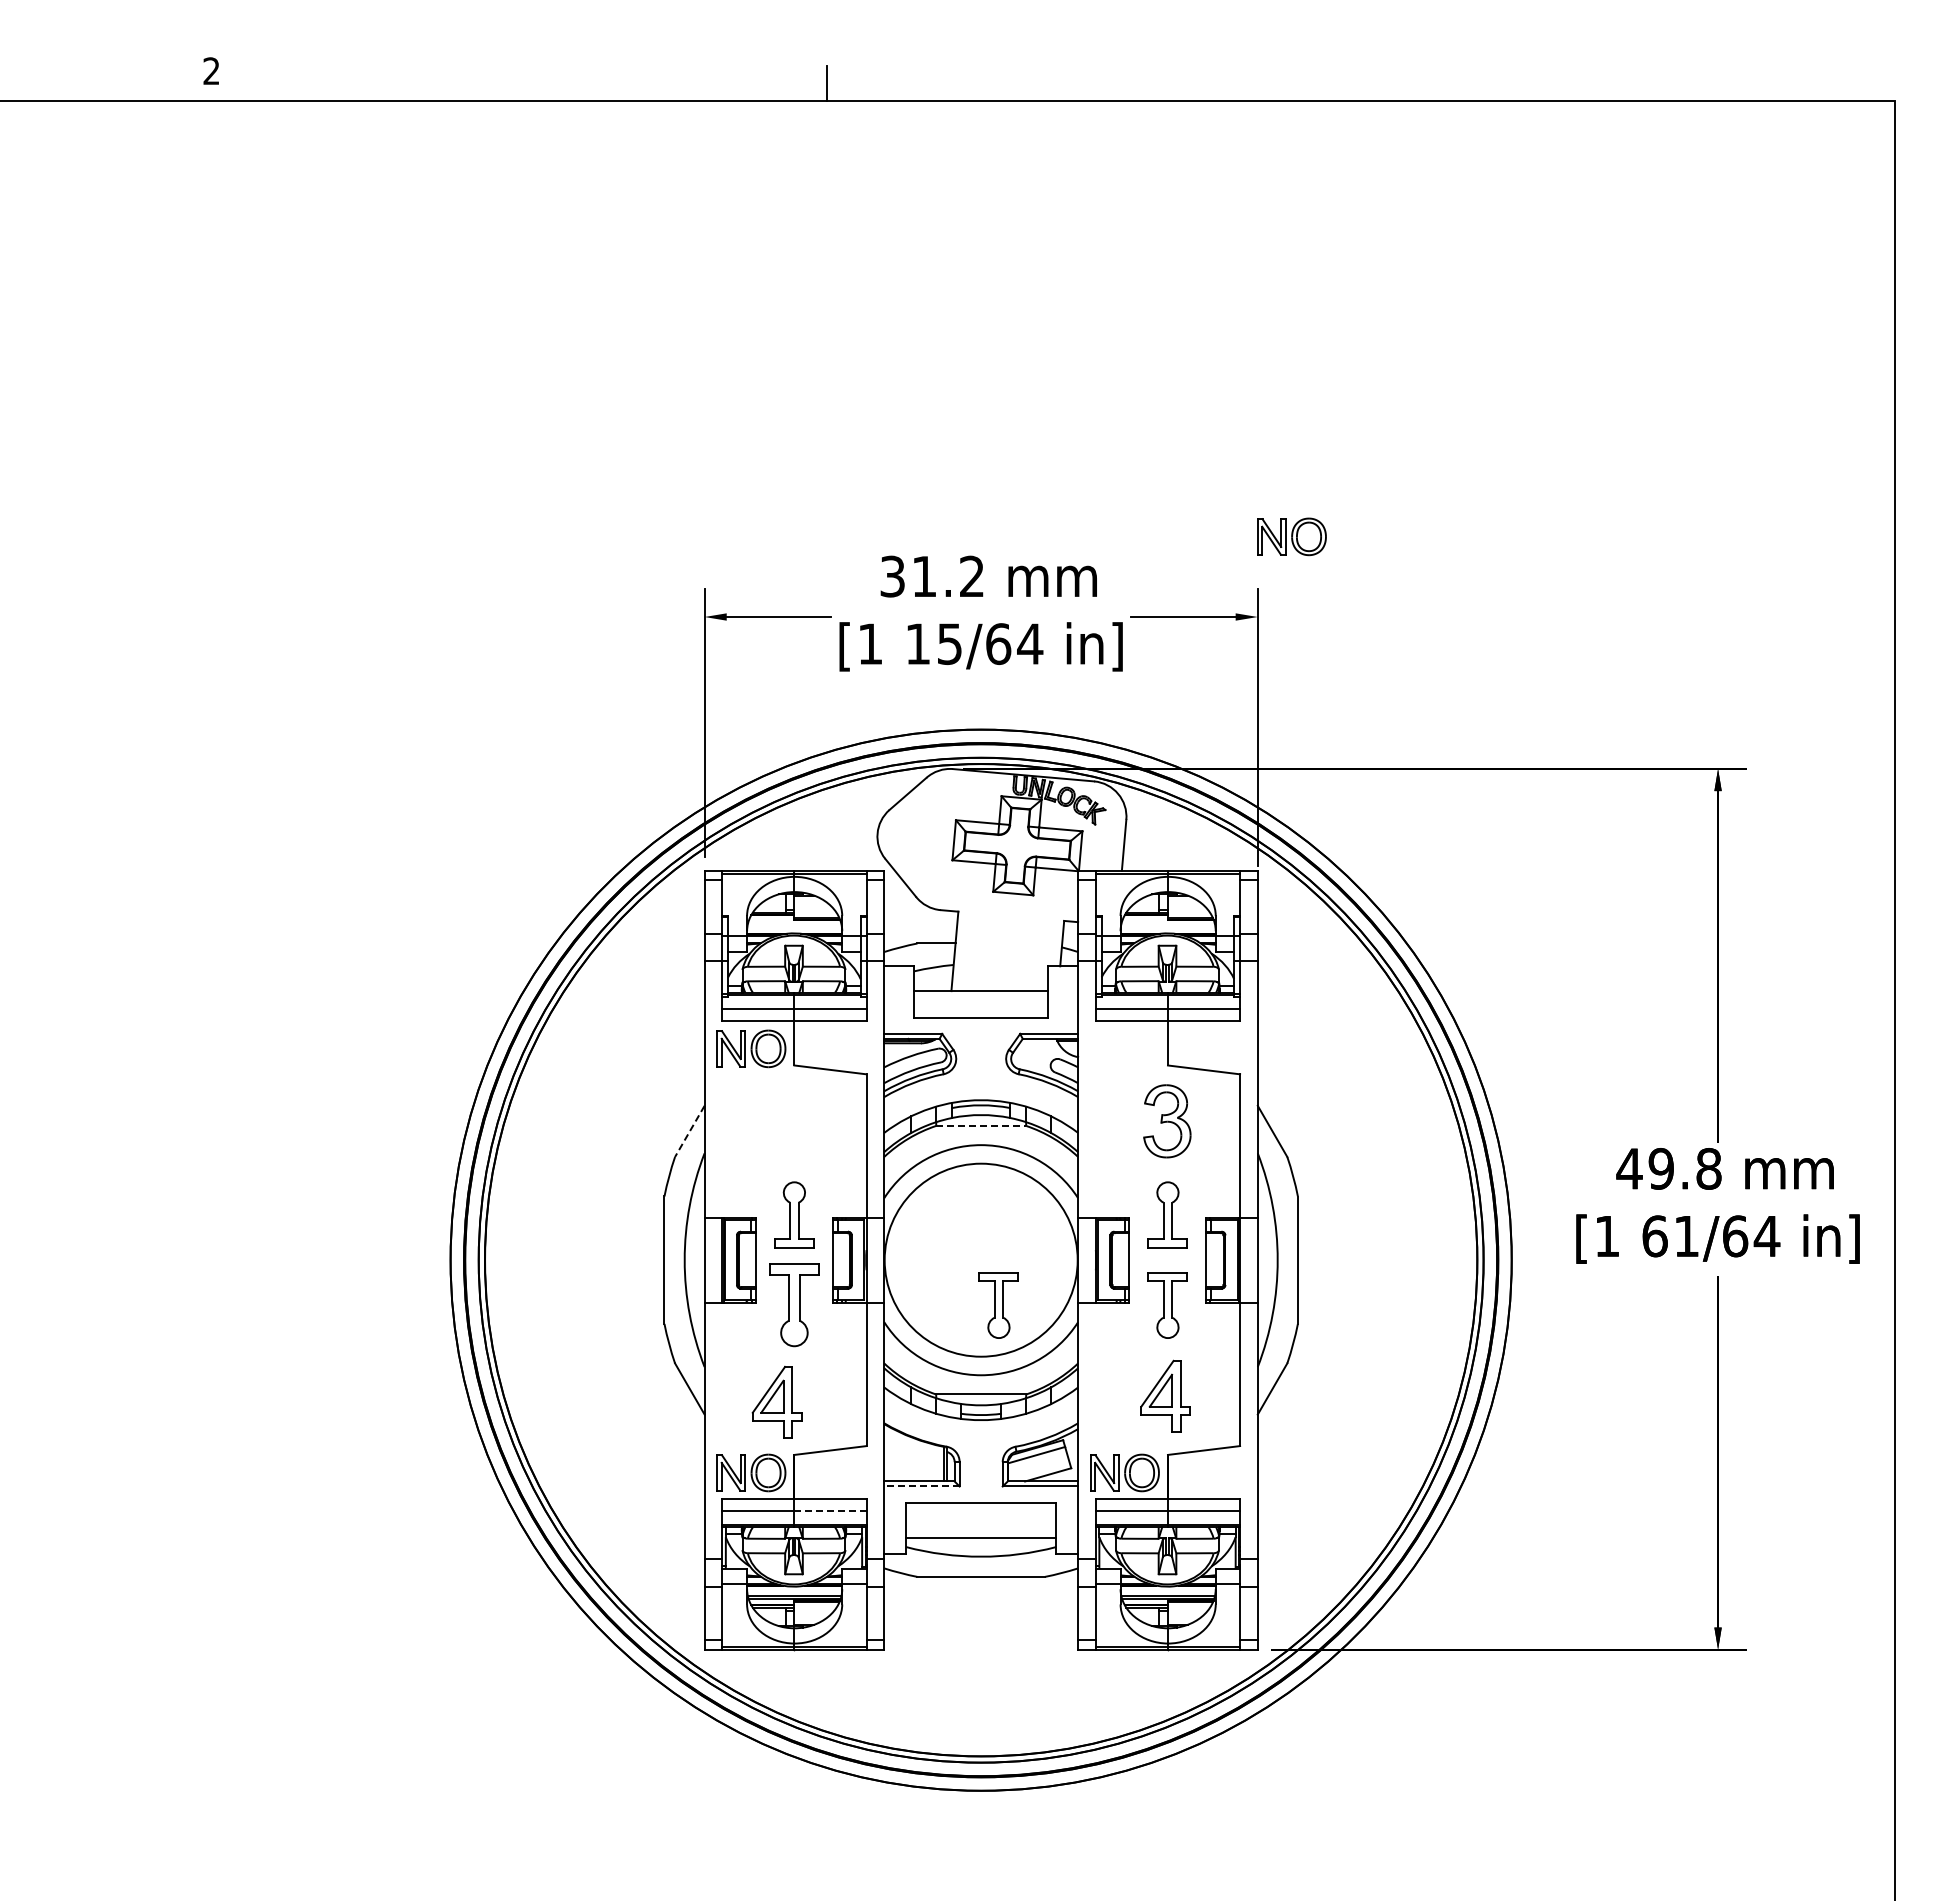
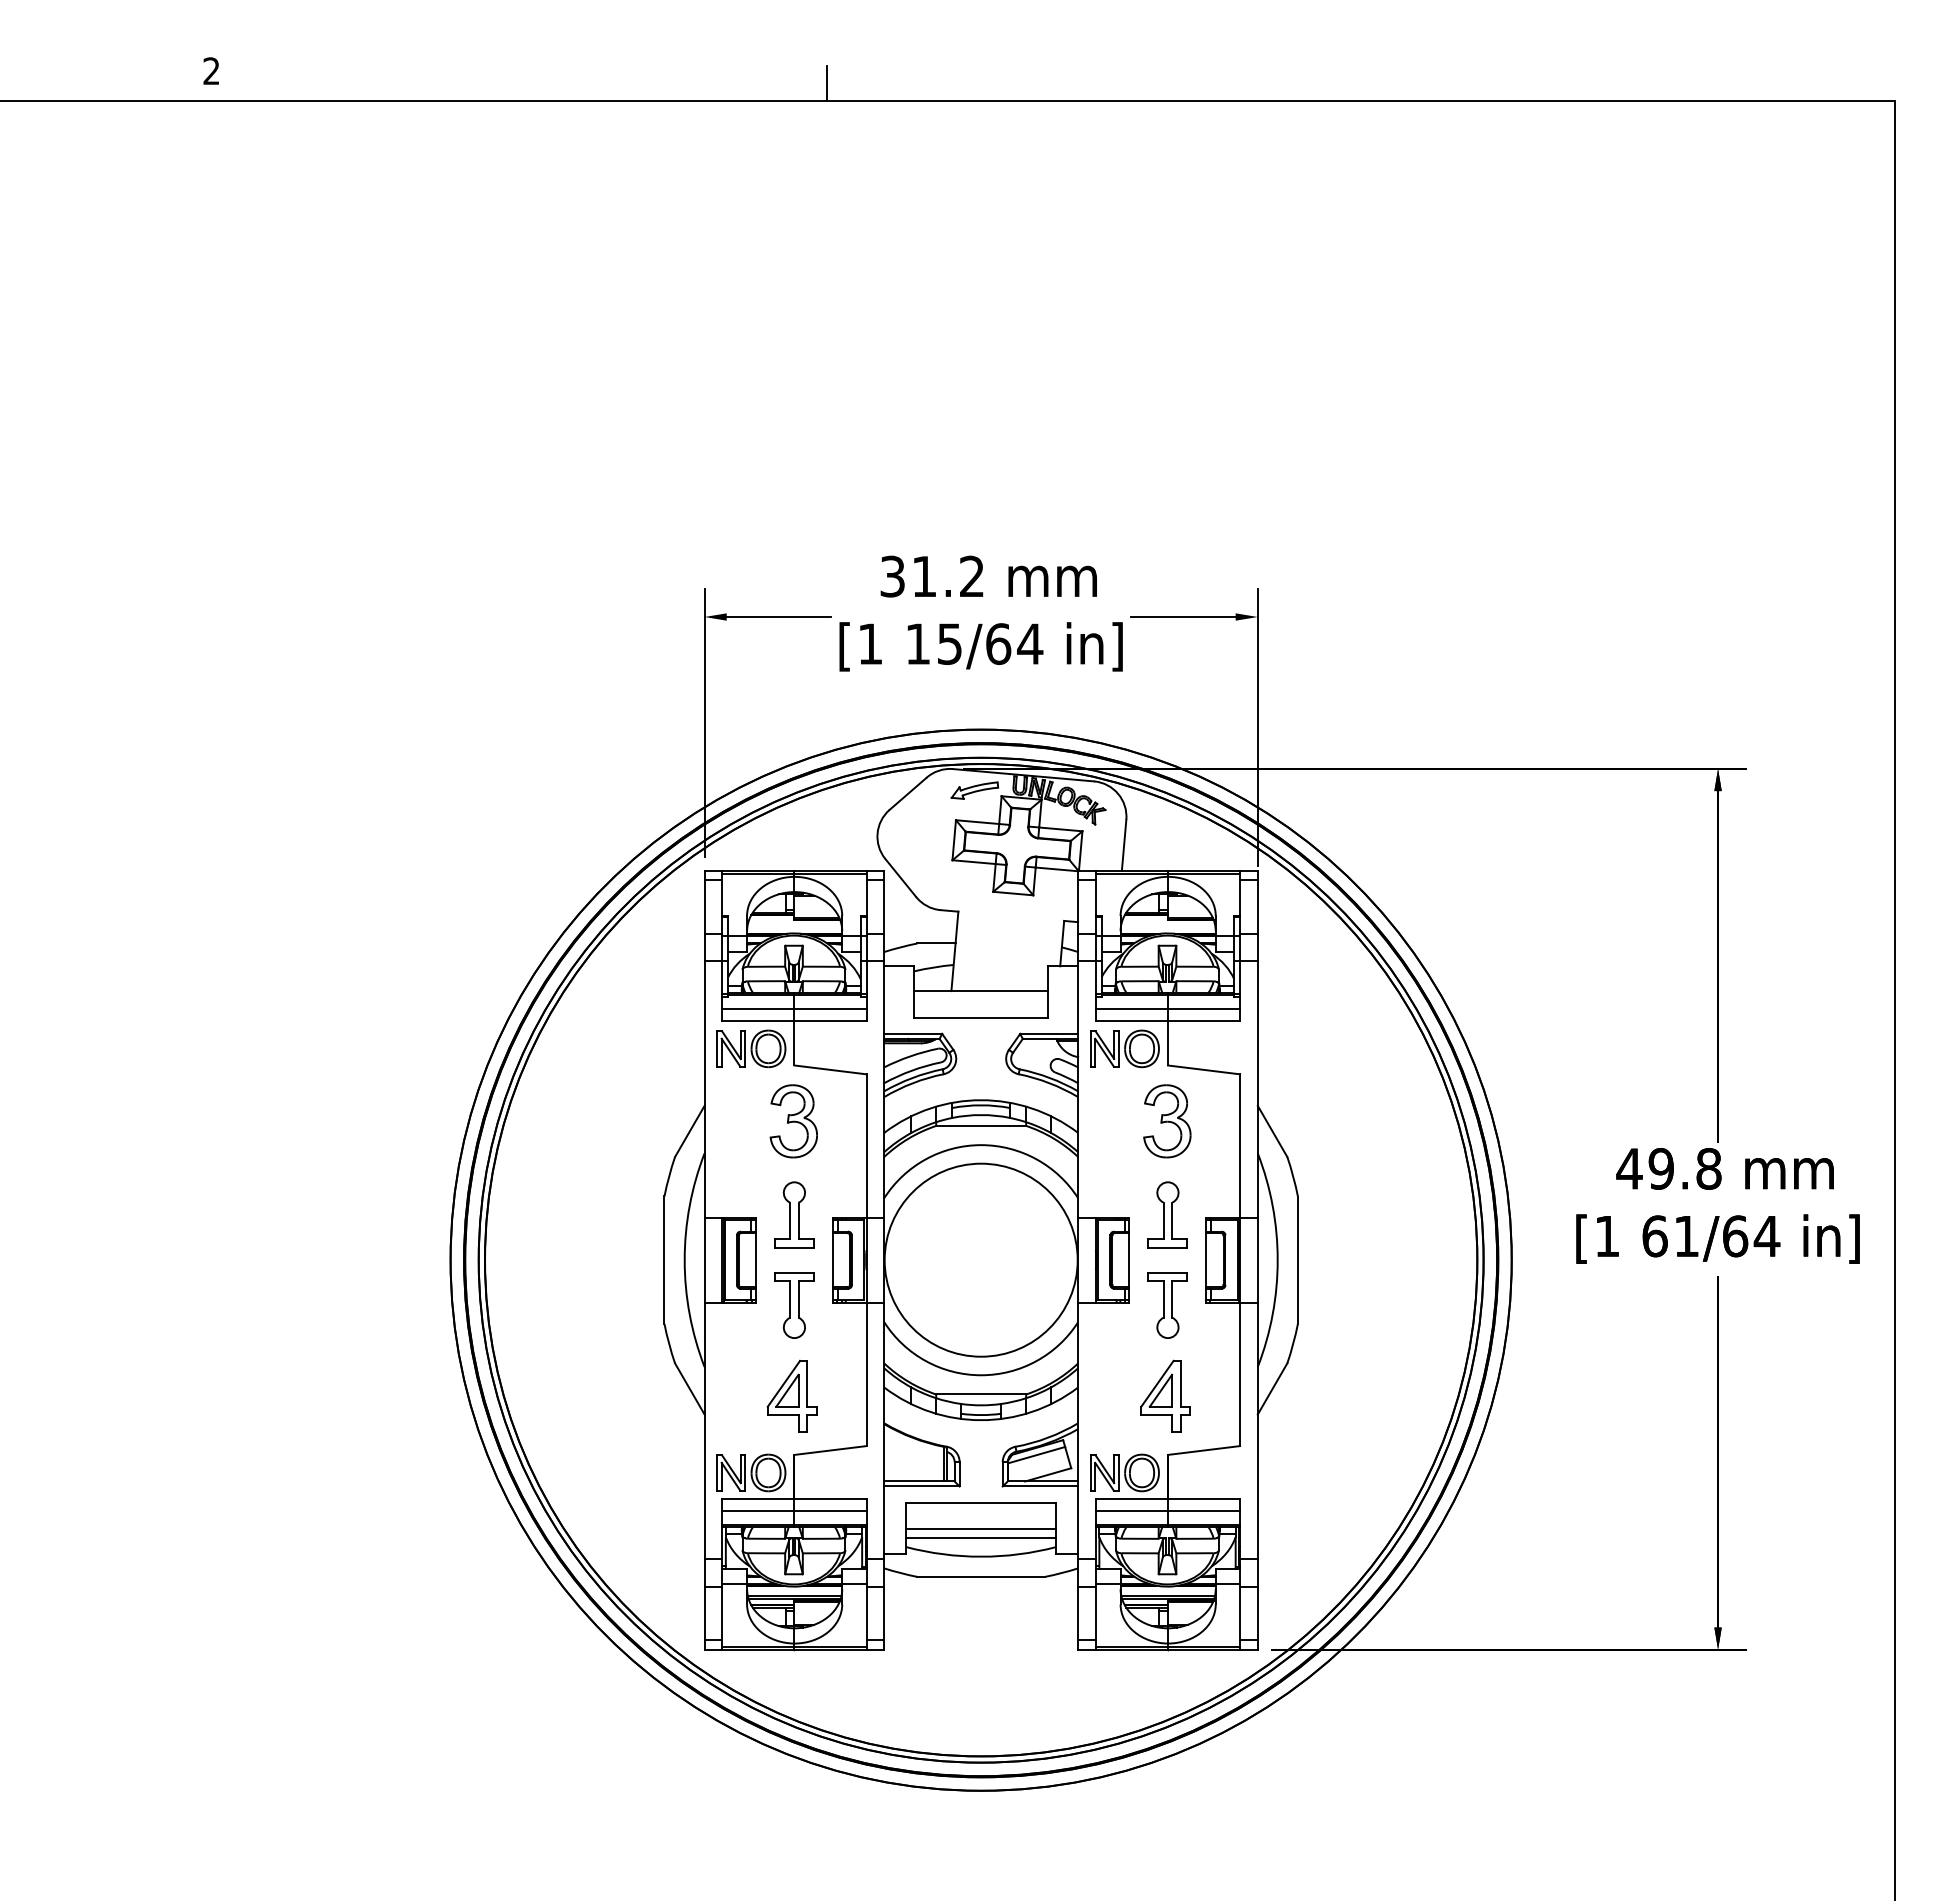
part at (1291, 536) position: (1291, 536) -> (1124, 1048)
part at (974, 790): none -> present
part at (793, 1121): none -> present
line at (981, 1125): dashed -> solid
line at (689, 1131): dashed -> solid
part at (794, 1305) size: 51x85 px -> 41x67 px
part at (998, 1305): present -> none
part at (776, 1401) position: (776, 1401) -> (791, 1395)
line at (921, 1486): dashed -> solid
line at (830, 1511): dashed -> solid
line at (980, 1529): none -> present
